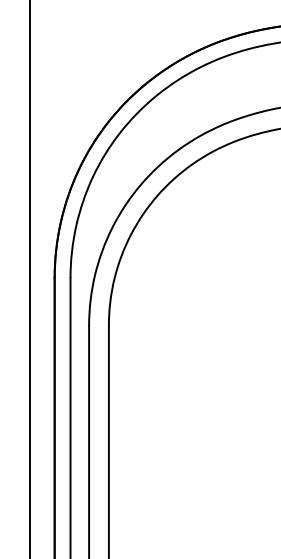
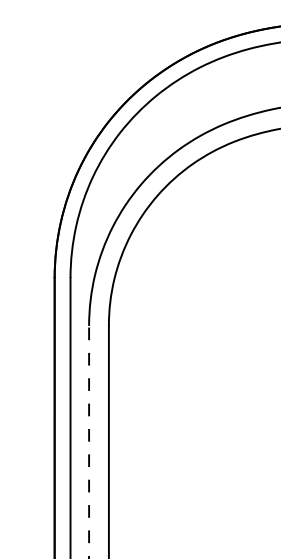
line at (29, 278): present -> none
line at (89, 441): solid -> dashed
